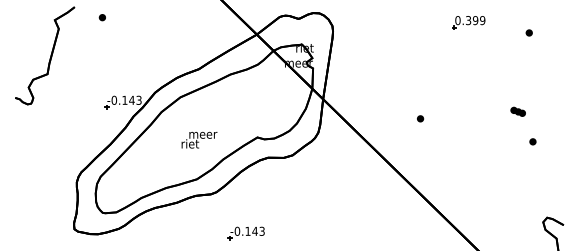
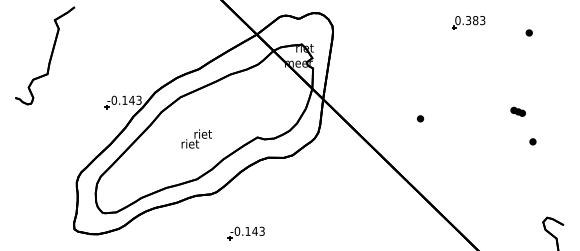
part at (101, 17): present -> none
text at (479, 20): 0.399 -> 0.383
text at (203, 133): meer -> riet
